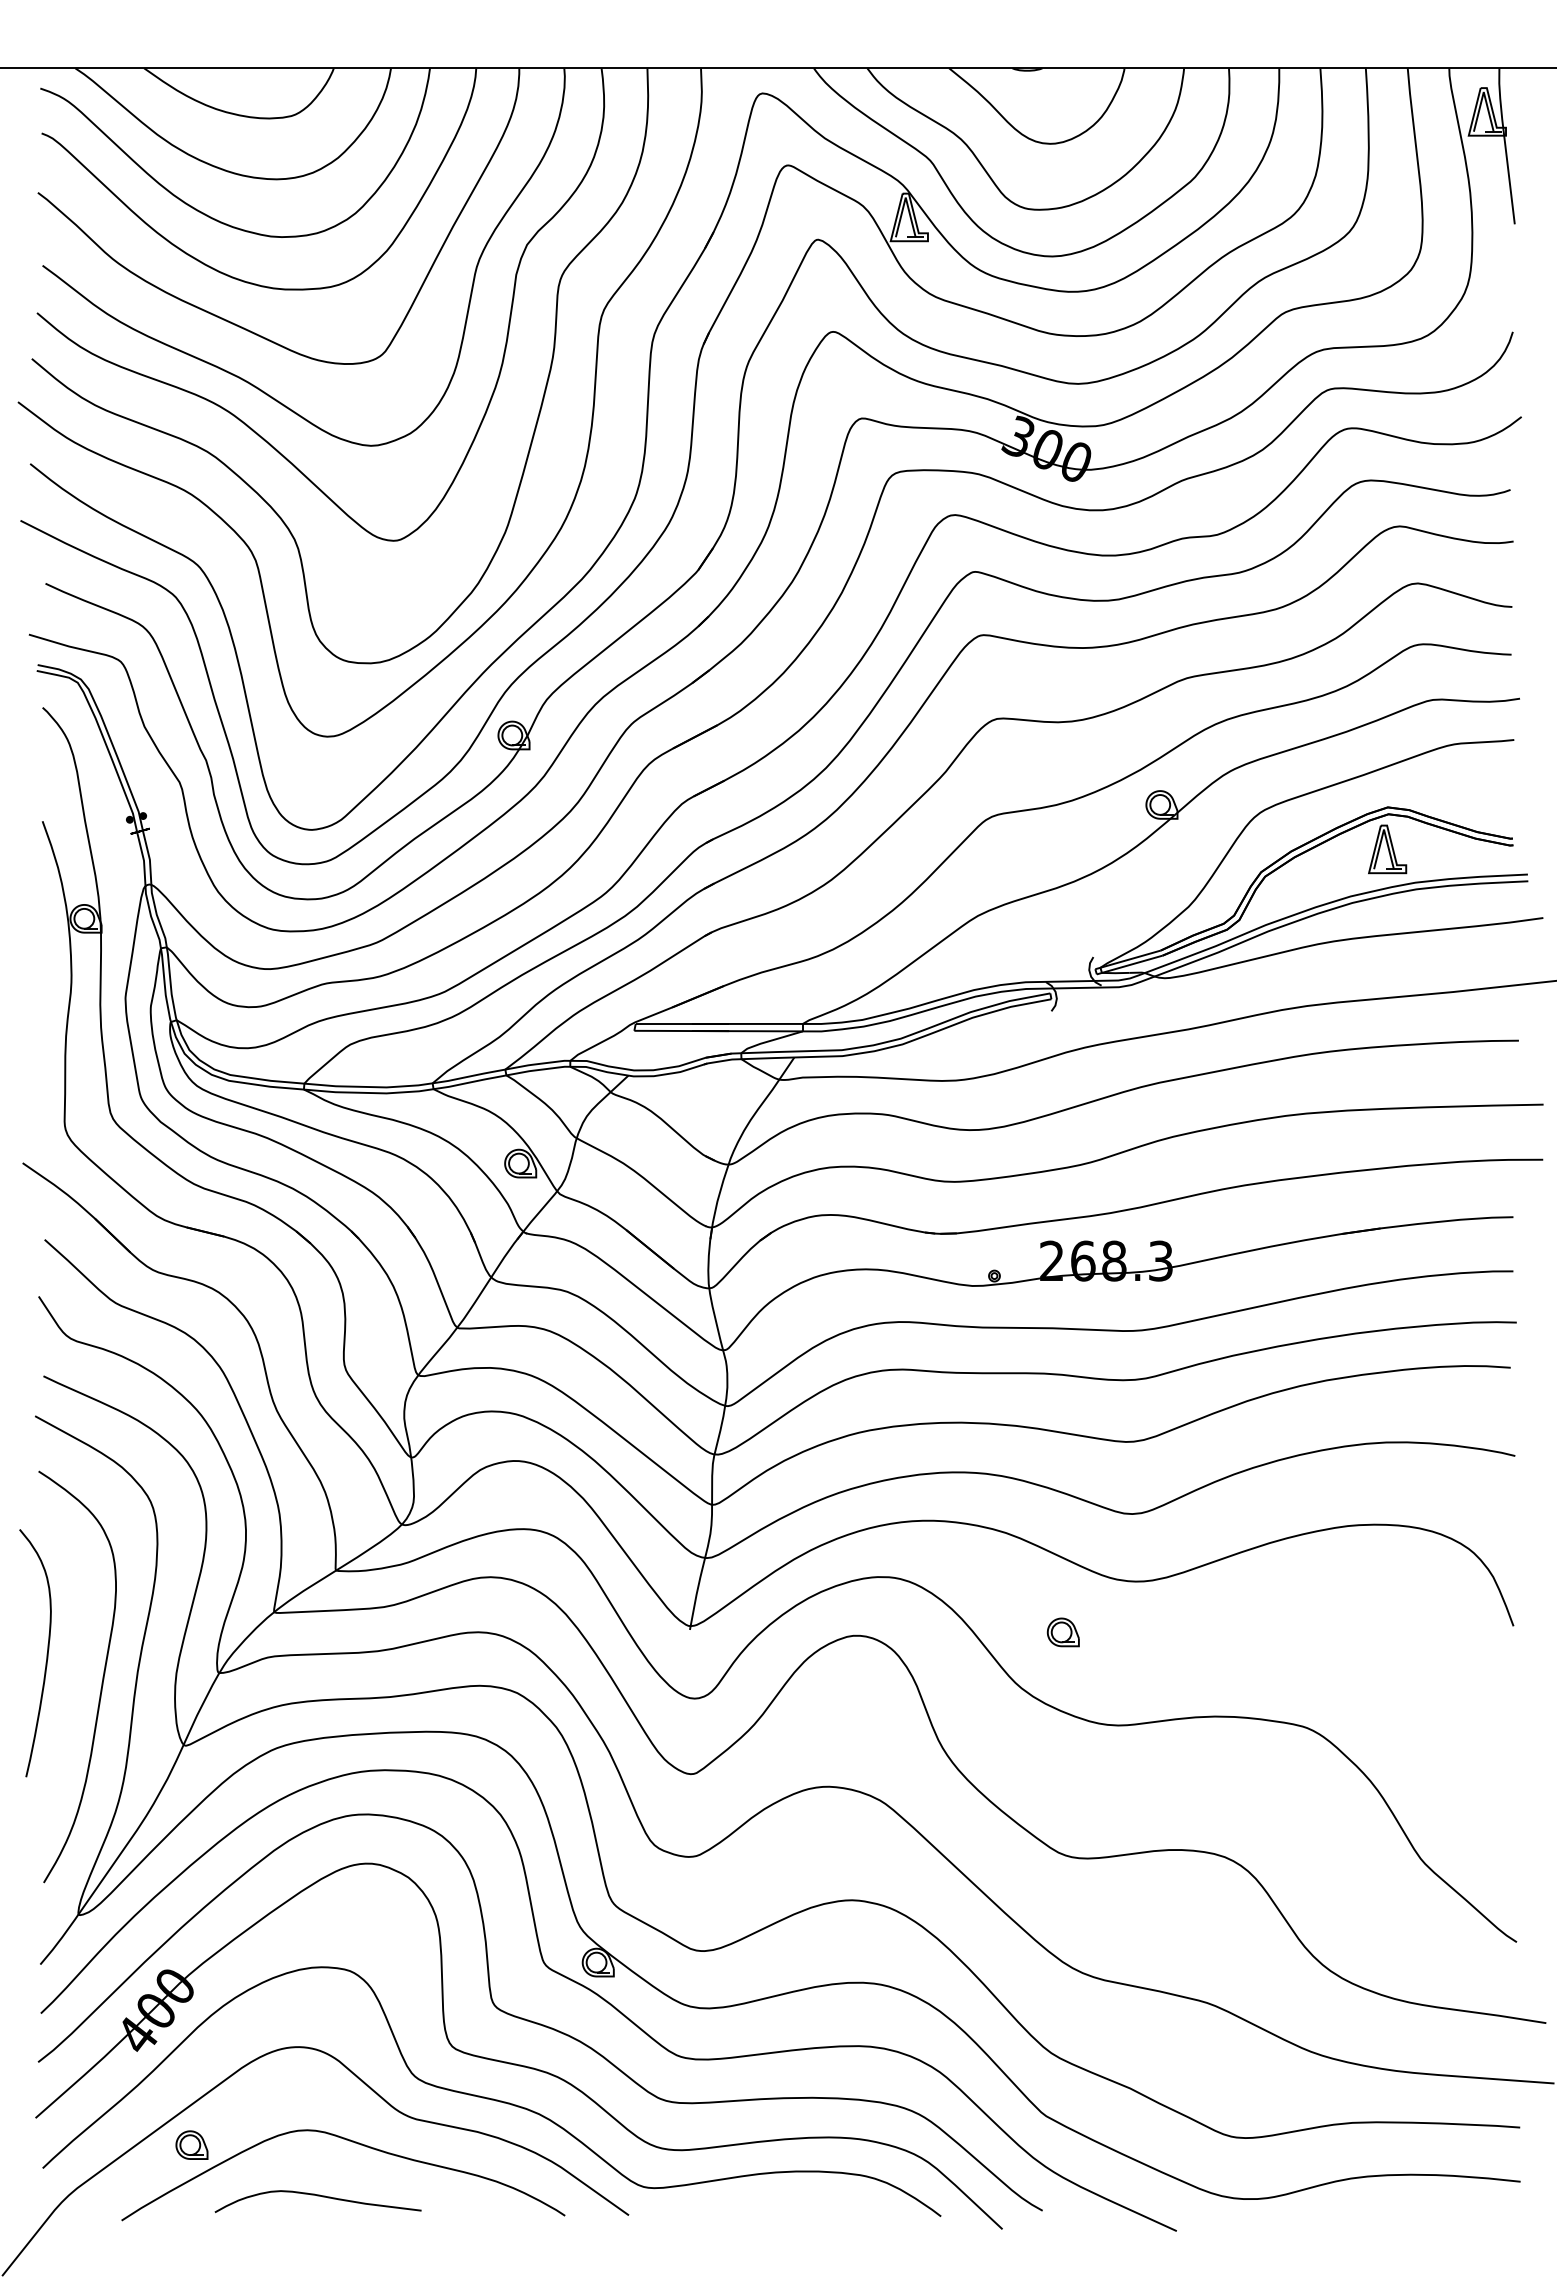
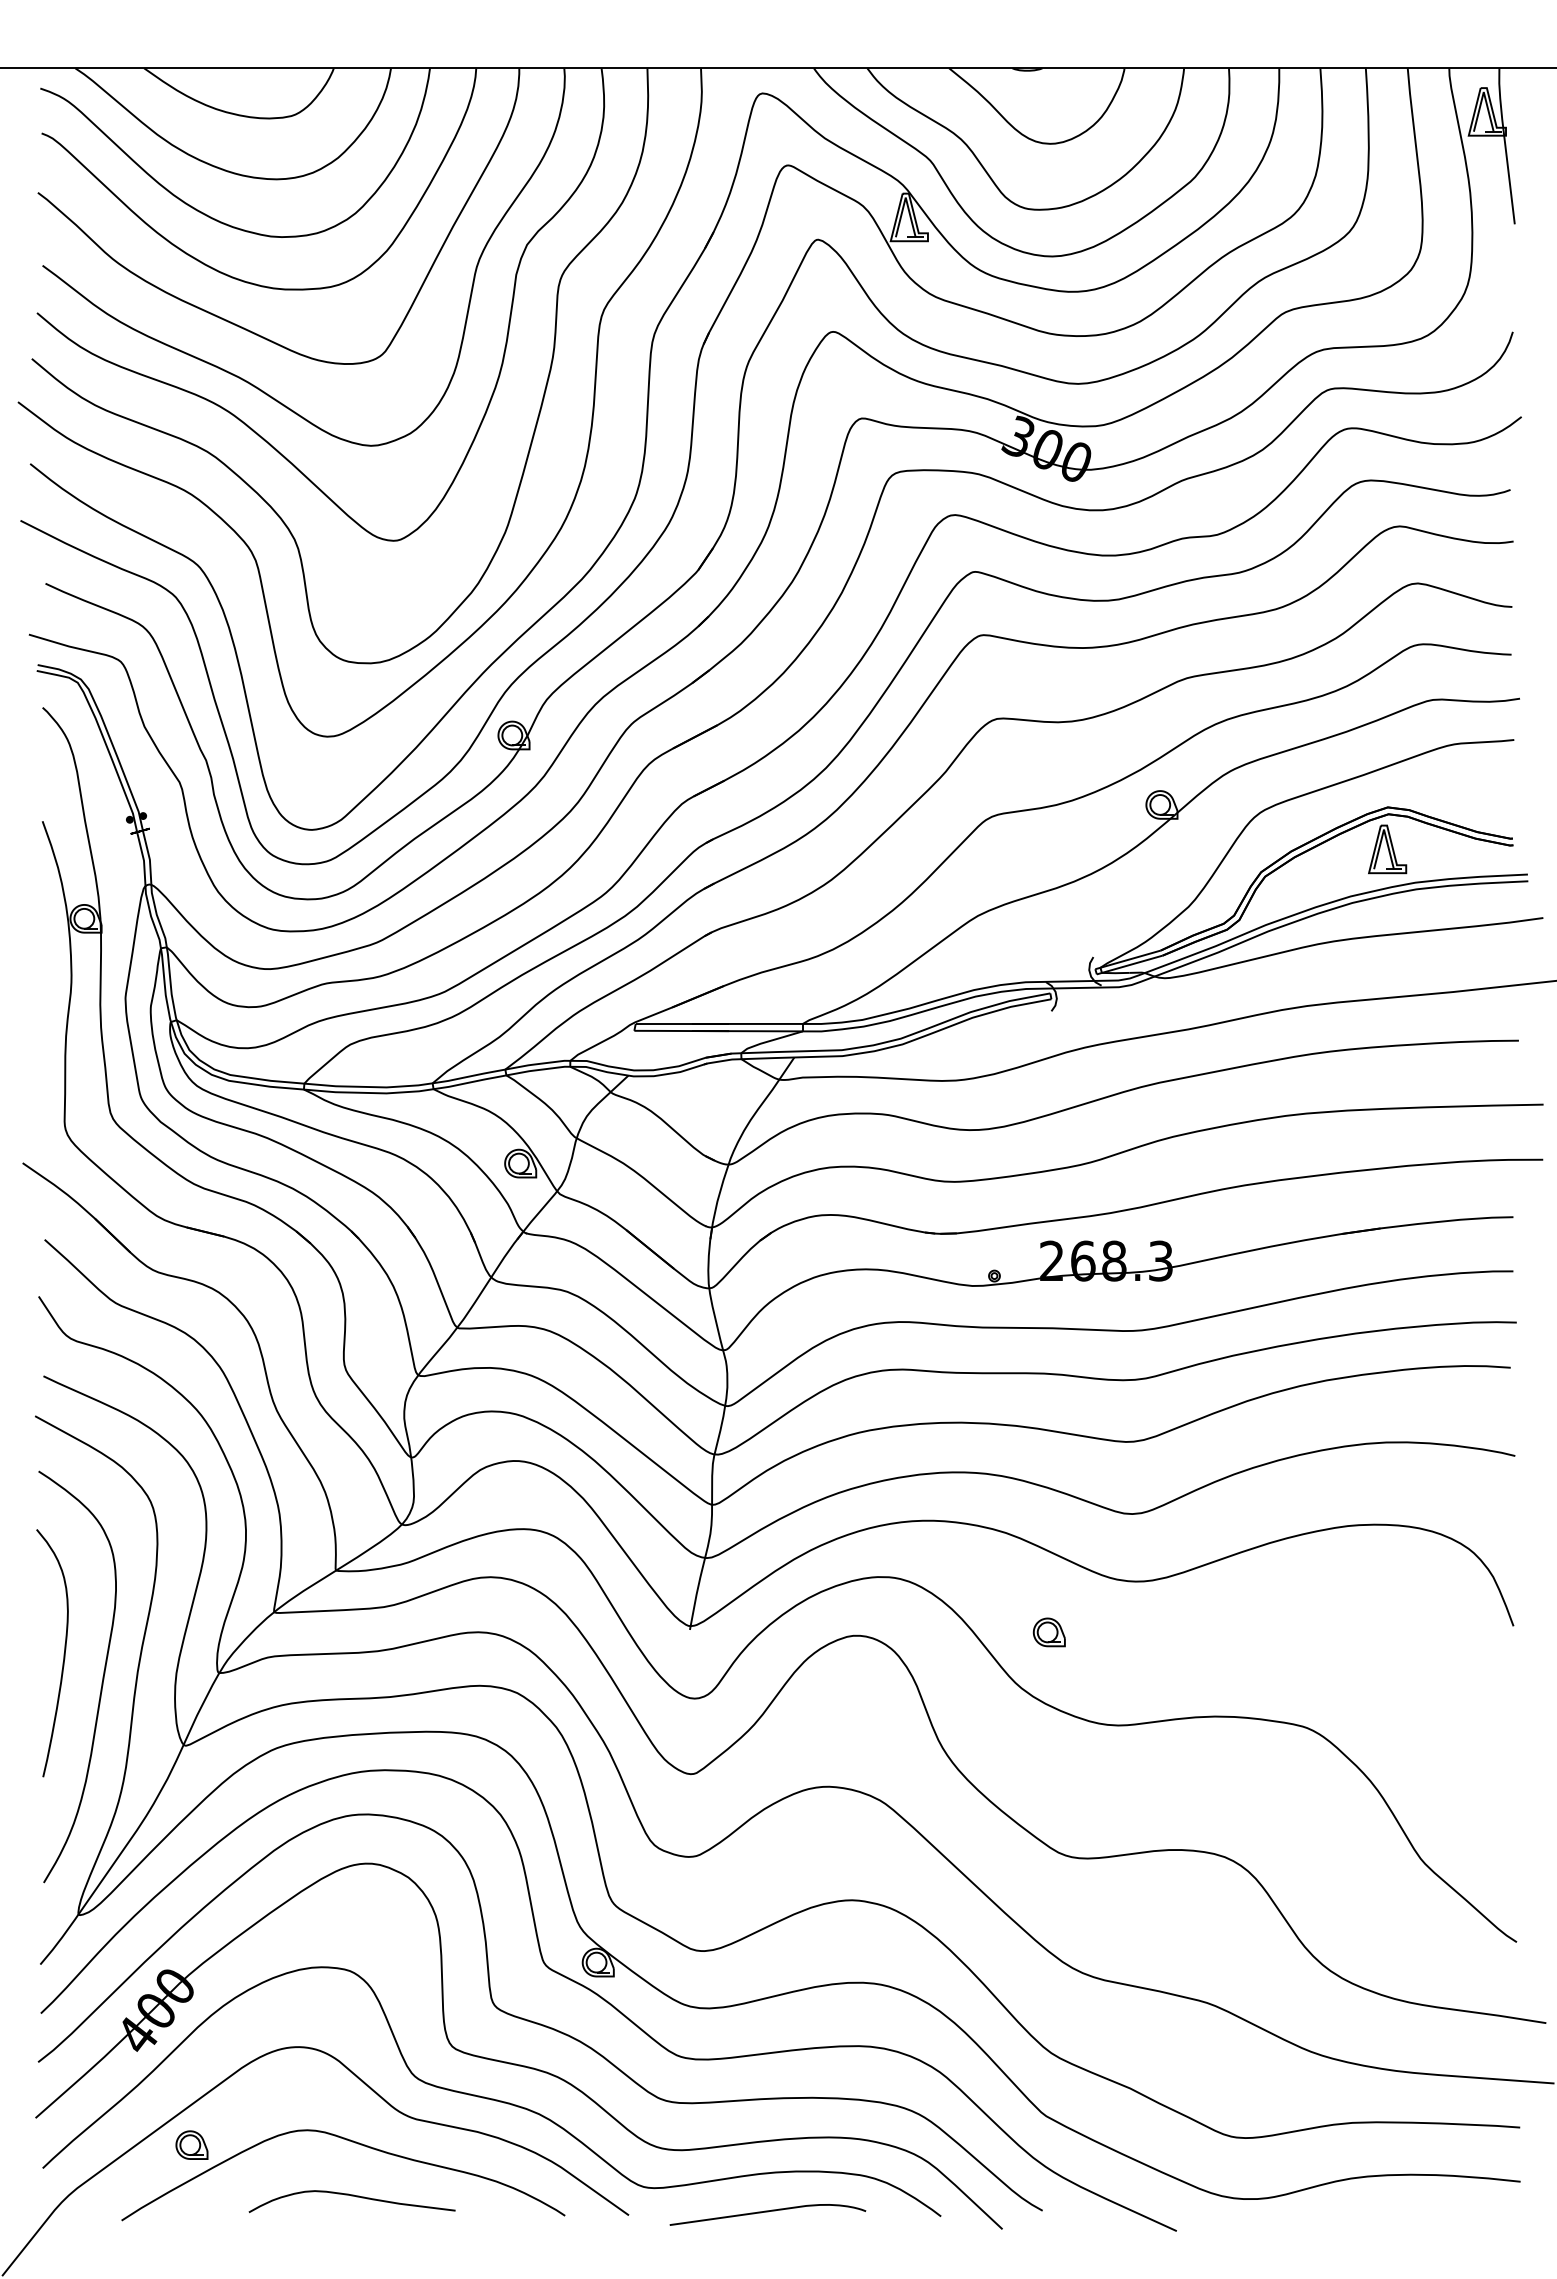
part at (1062, 1632) position: (1062, 1632) -> (1048, 1632)
curve at (46, 1653) position: (46, 1653) -> (63, 1653)
curve at (317, 2196) position: (317, 2196) -> (351, 2196)
curve at (767, 2212): none -> present
